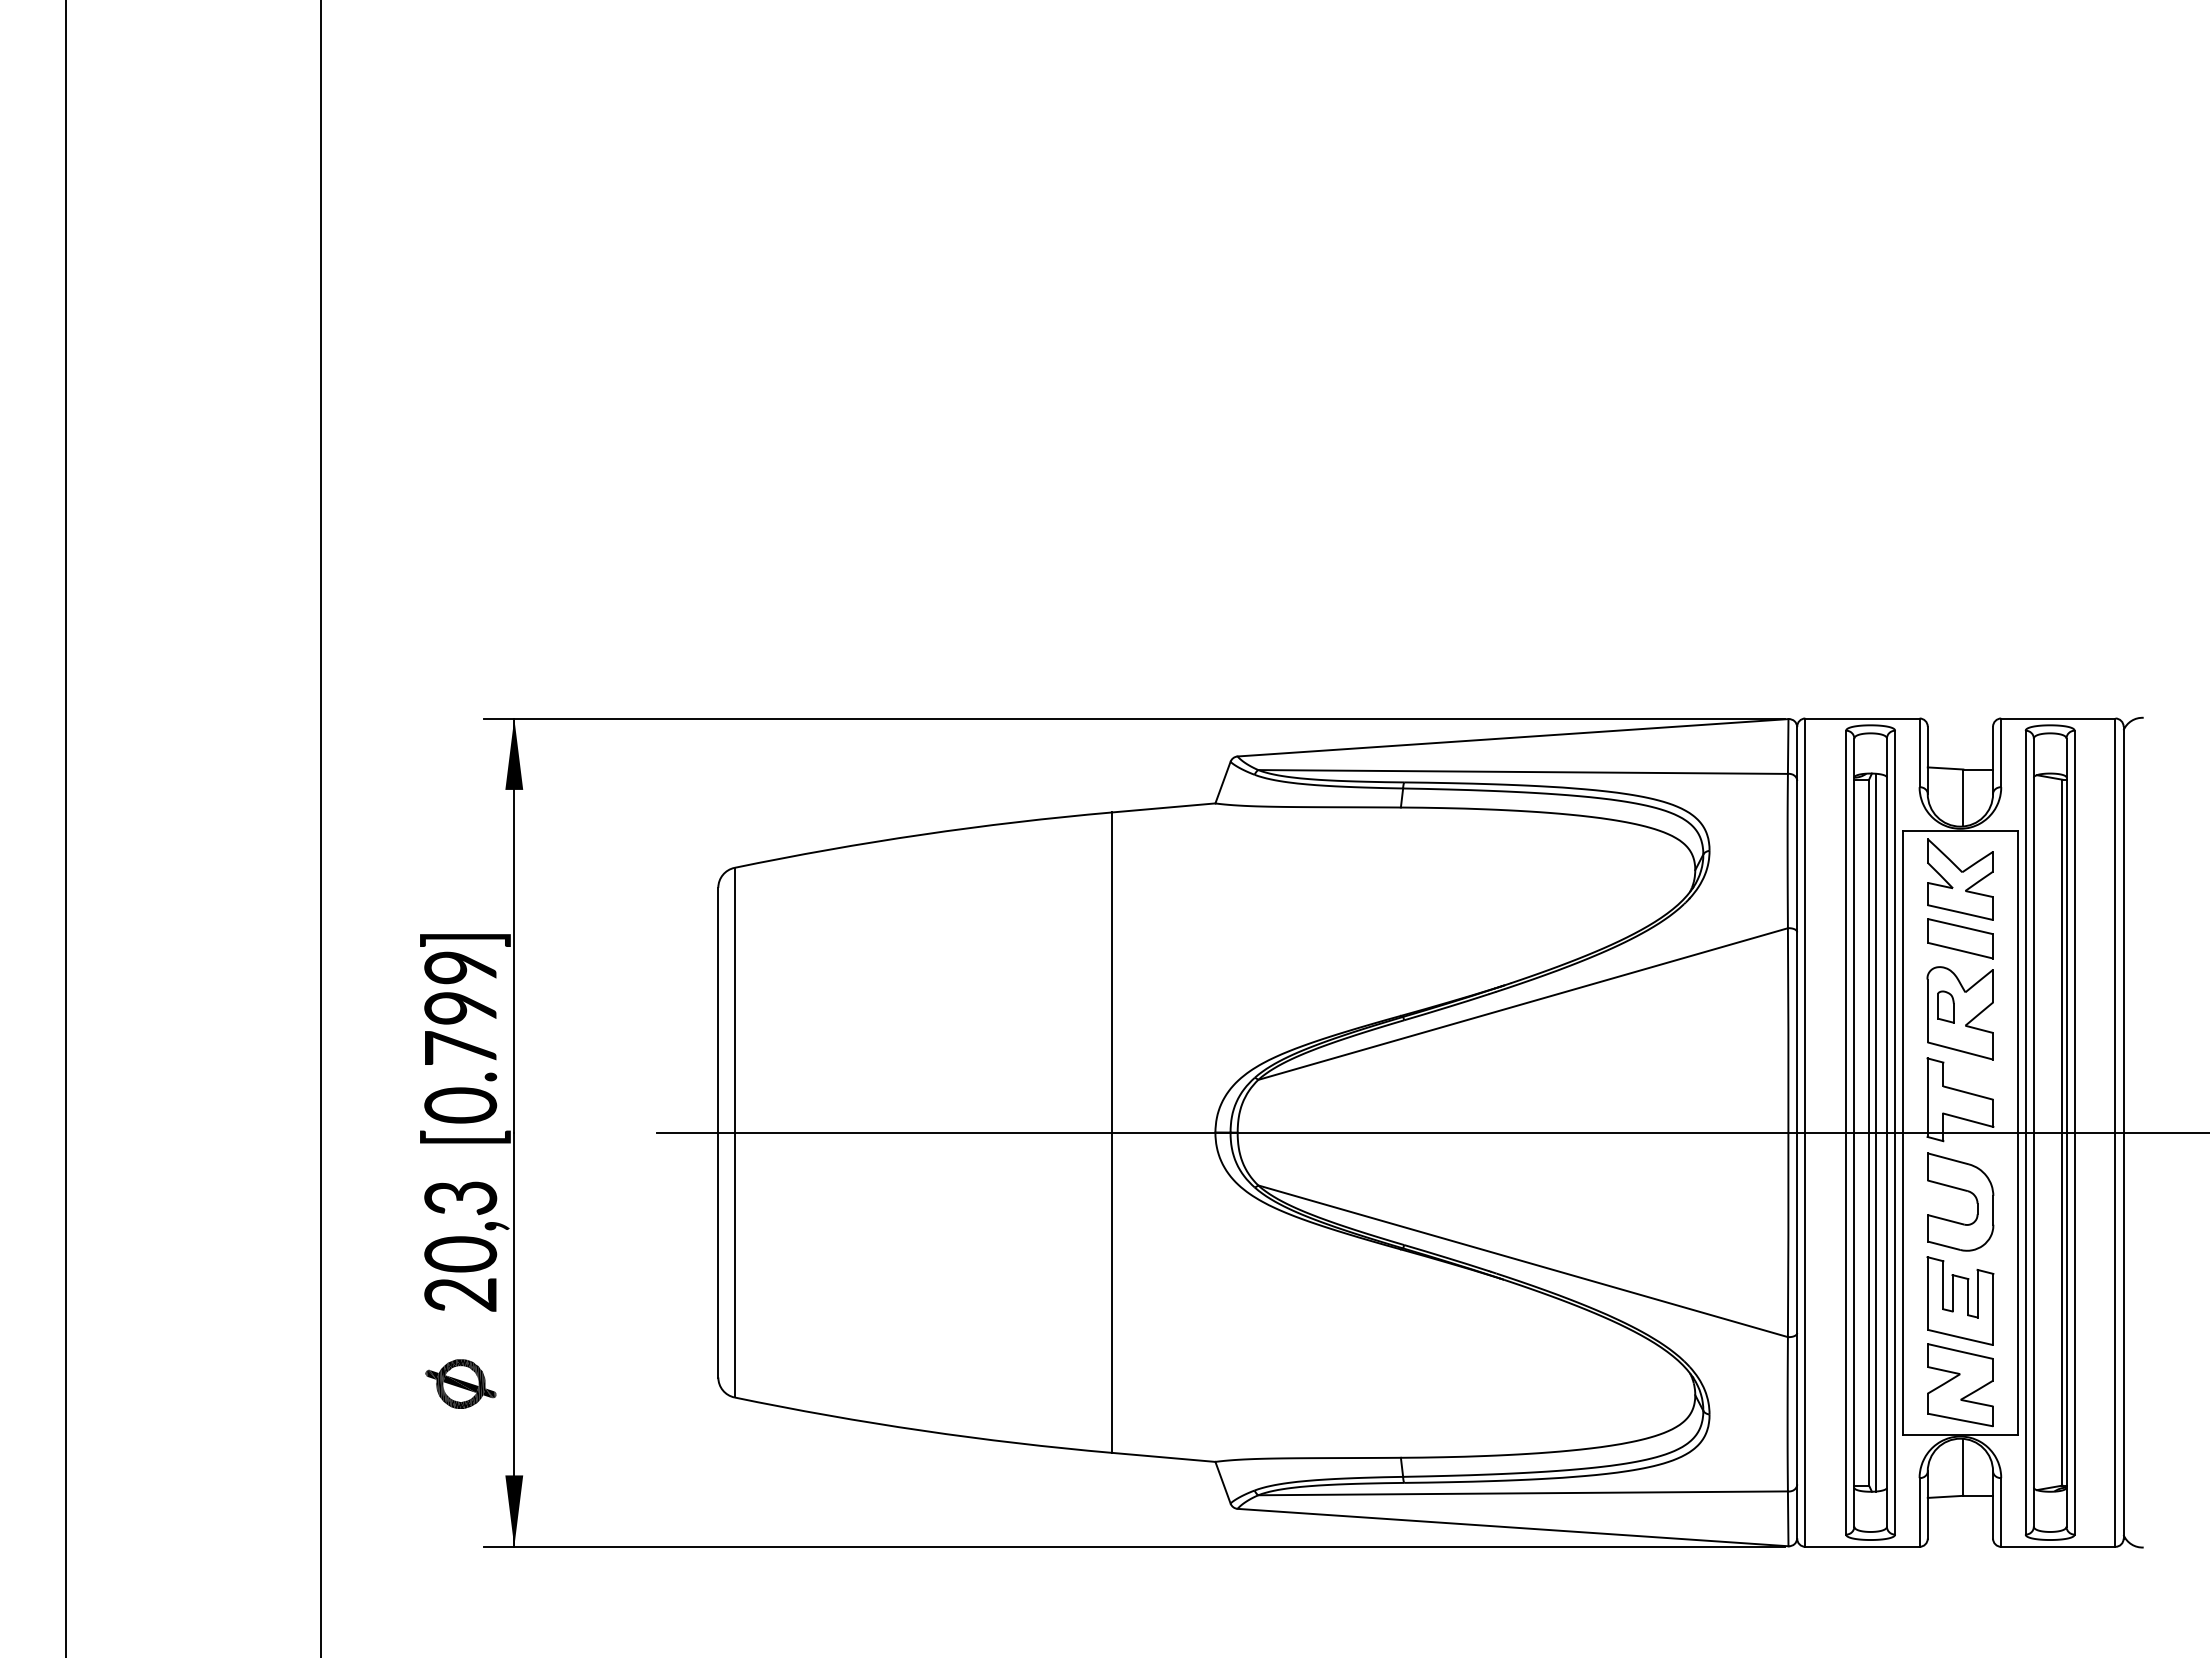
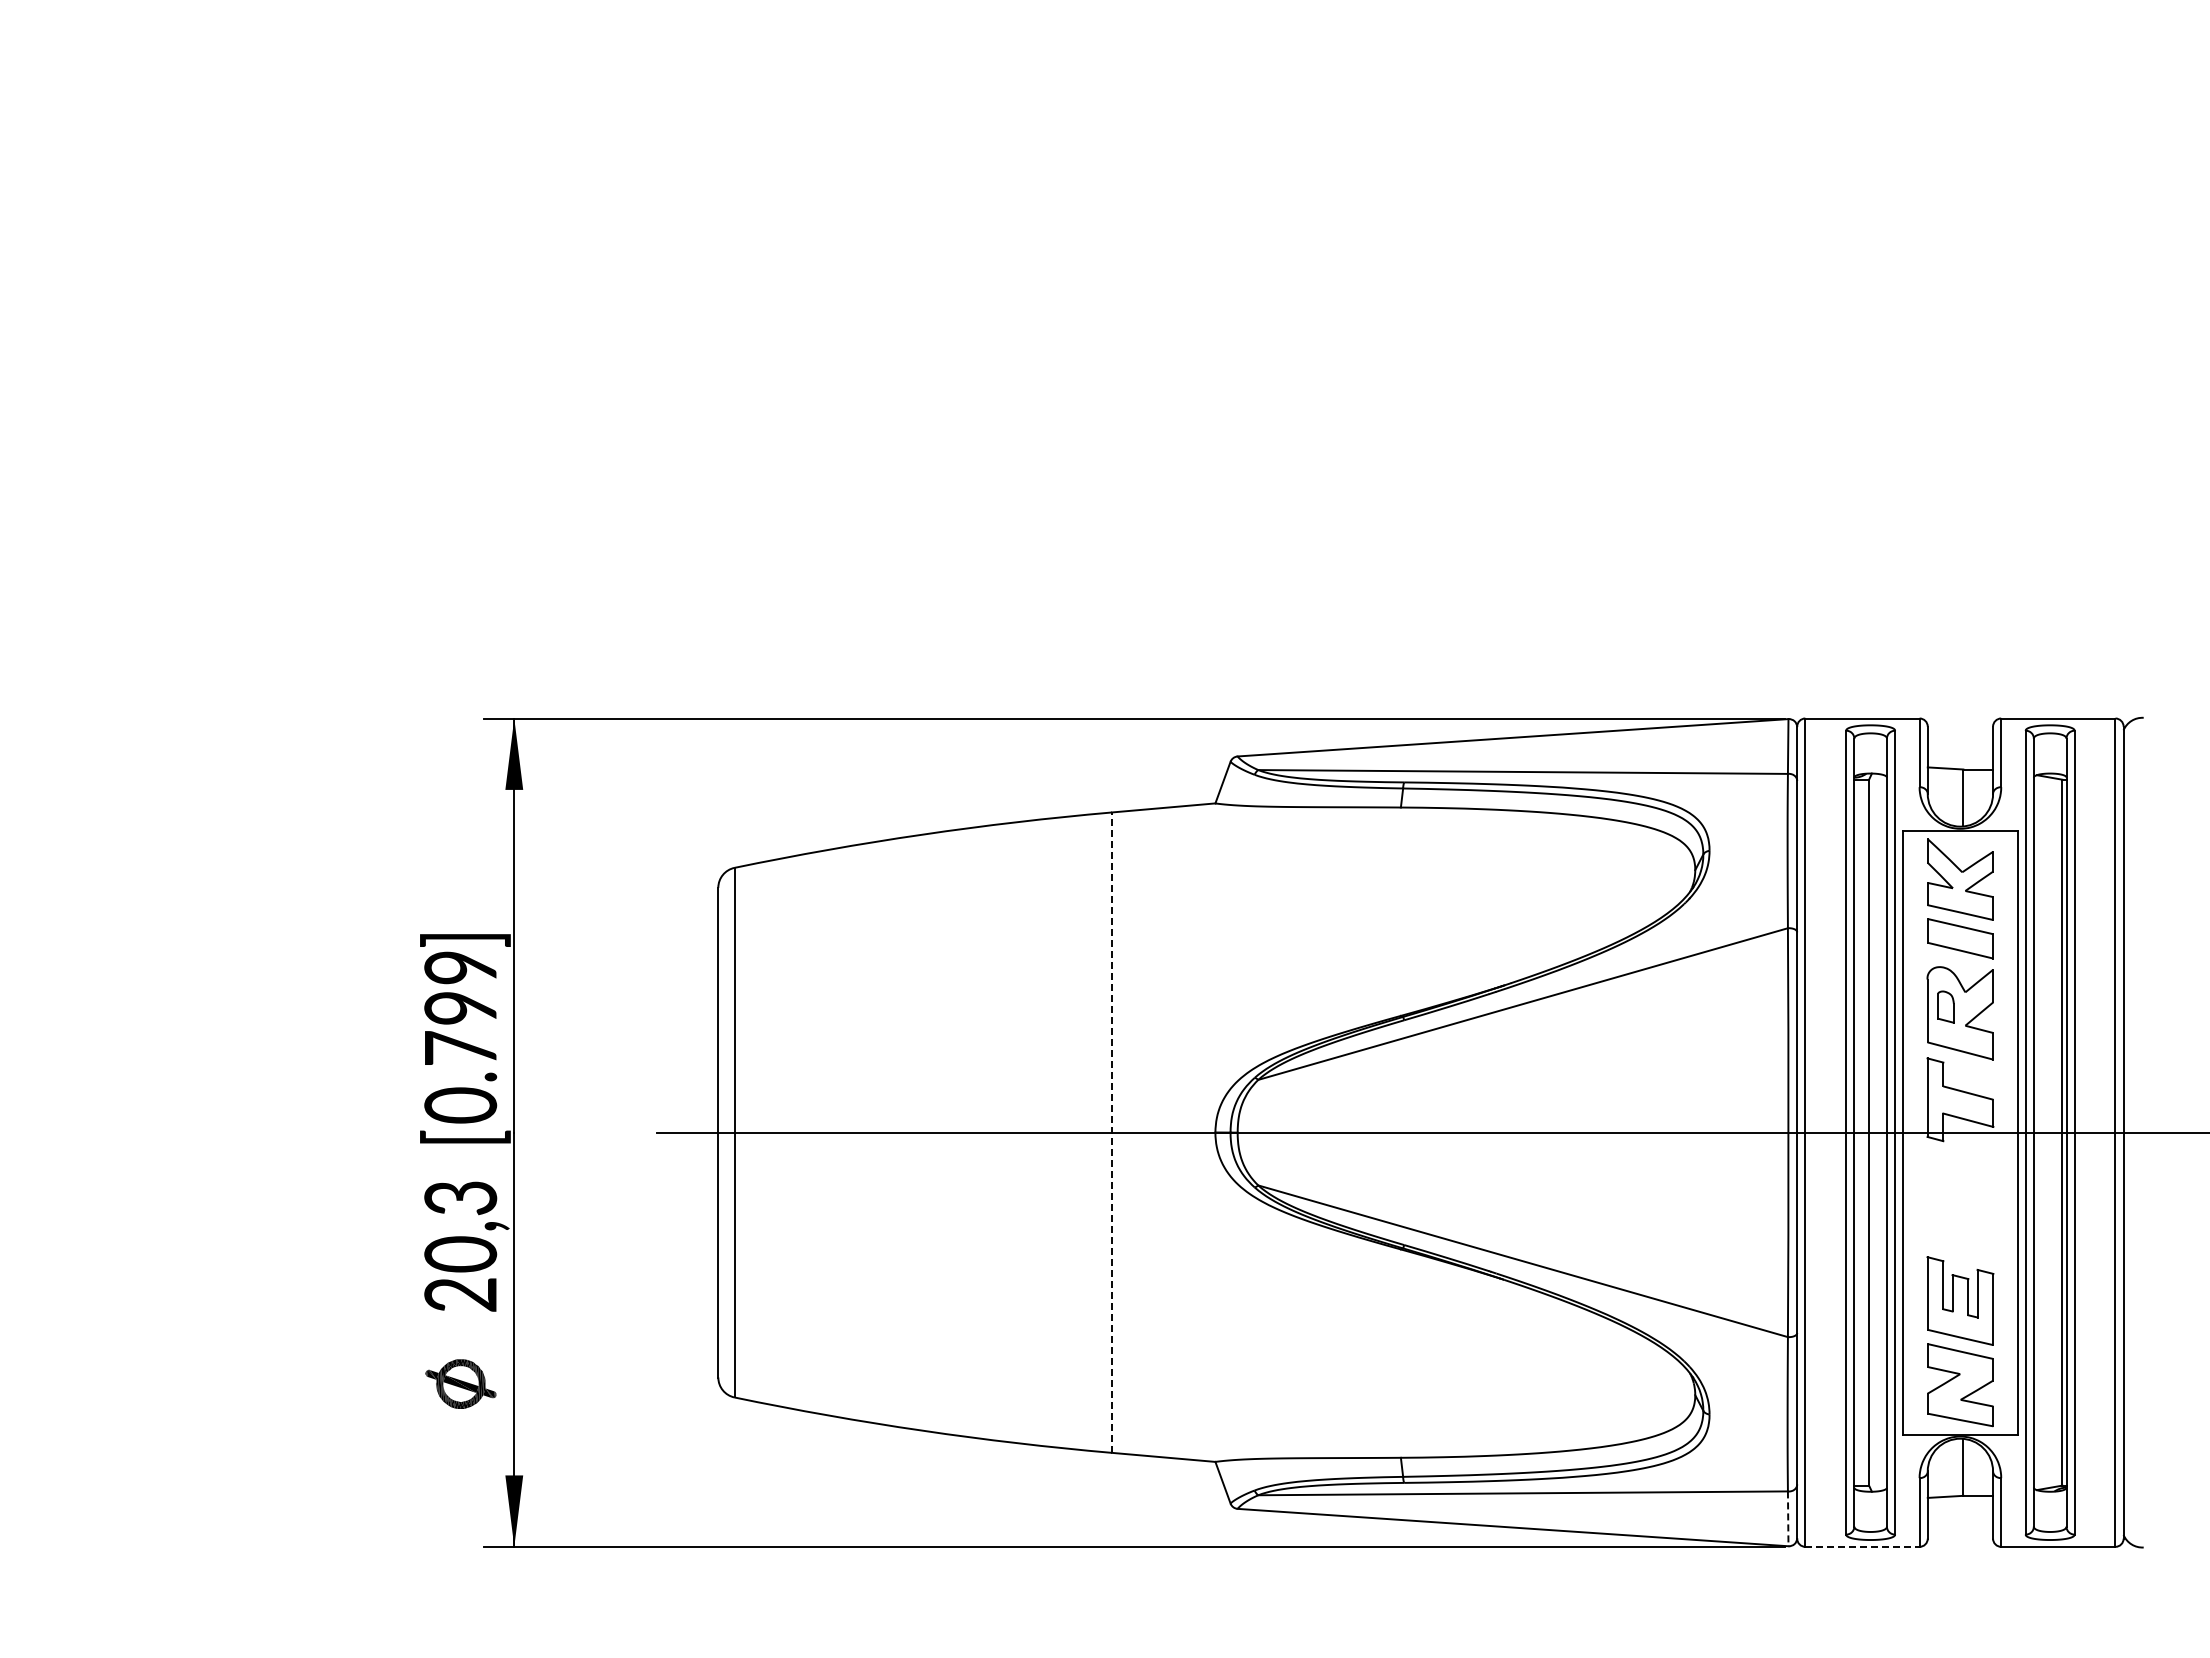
line at (66, 828): present -> none
line at (321, 828): present -> none
line at (1112, 1132): solid -> dashed
line at (1875, 1132): present -> none
part at (1964, 1191): present -> none
line at (1788, 1519): solid -> dashed
line at (1862, 1546): solid -> dashed
